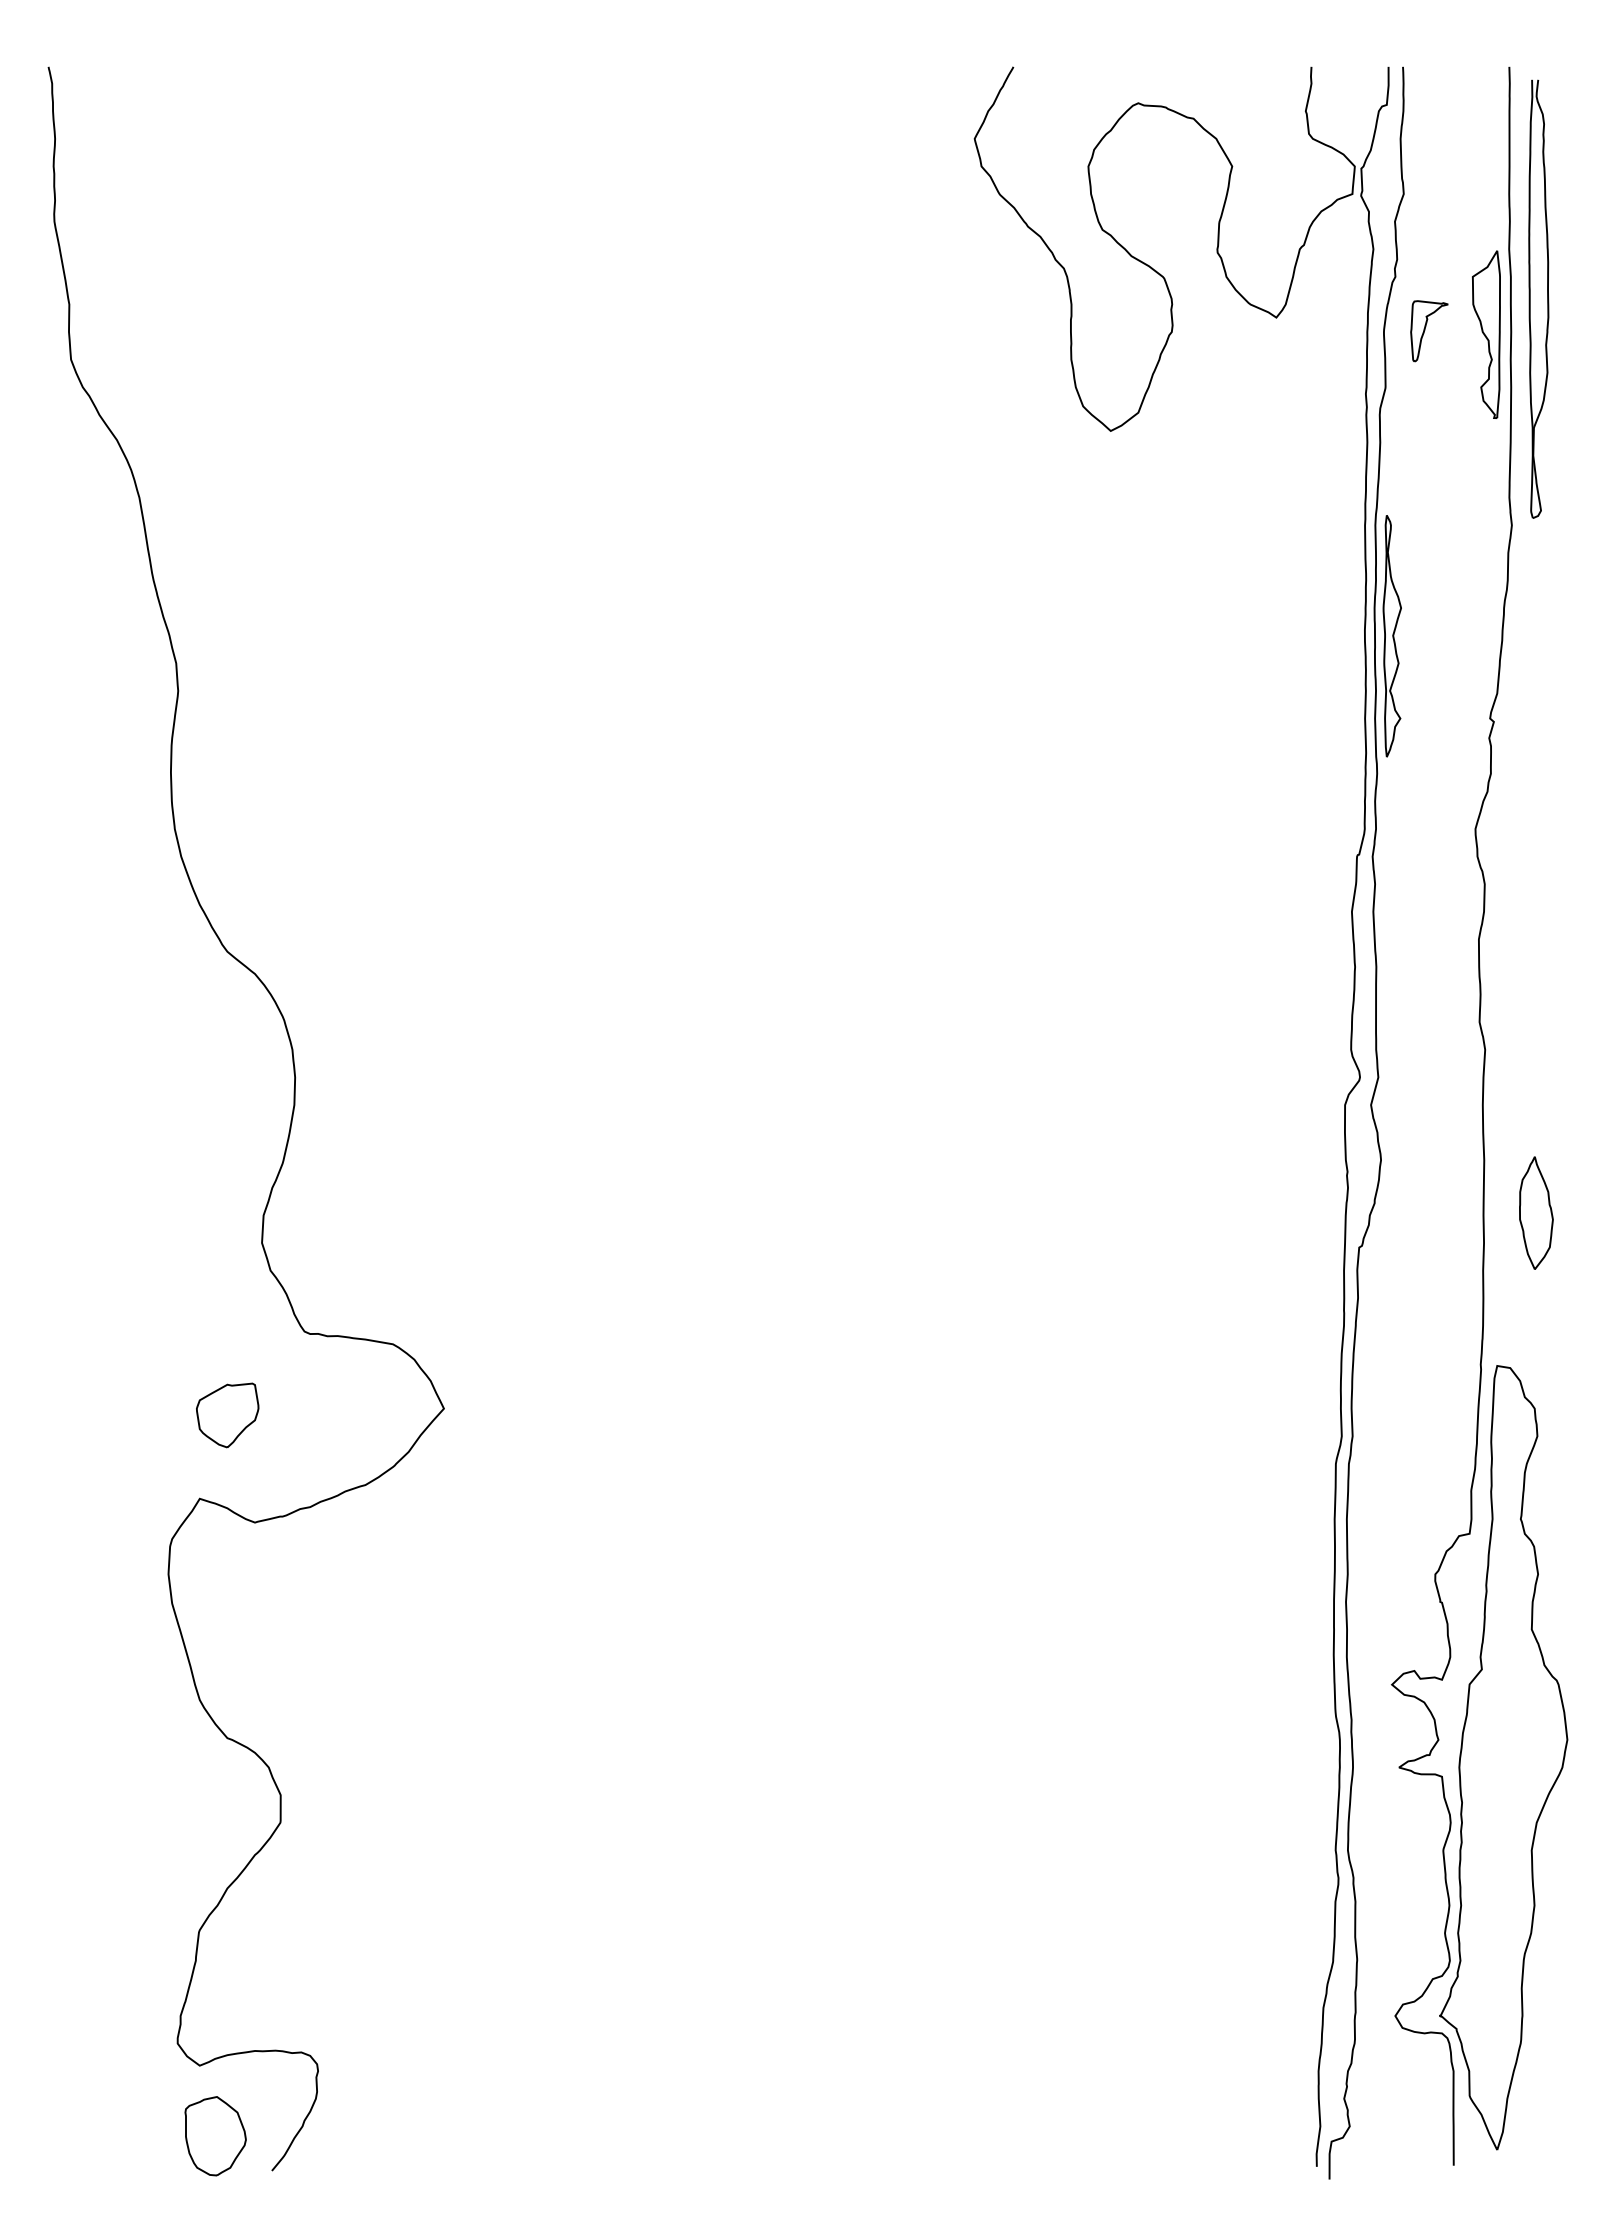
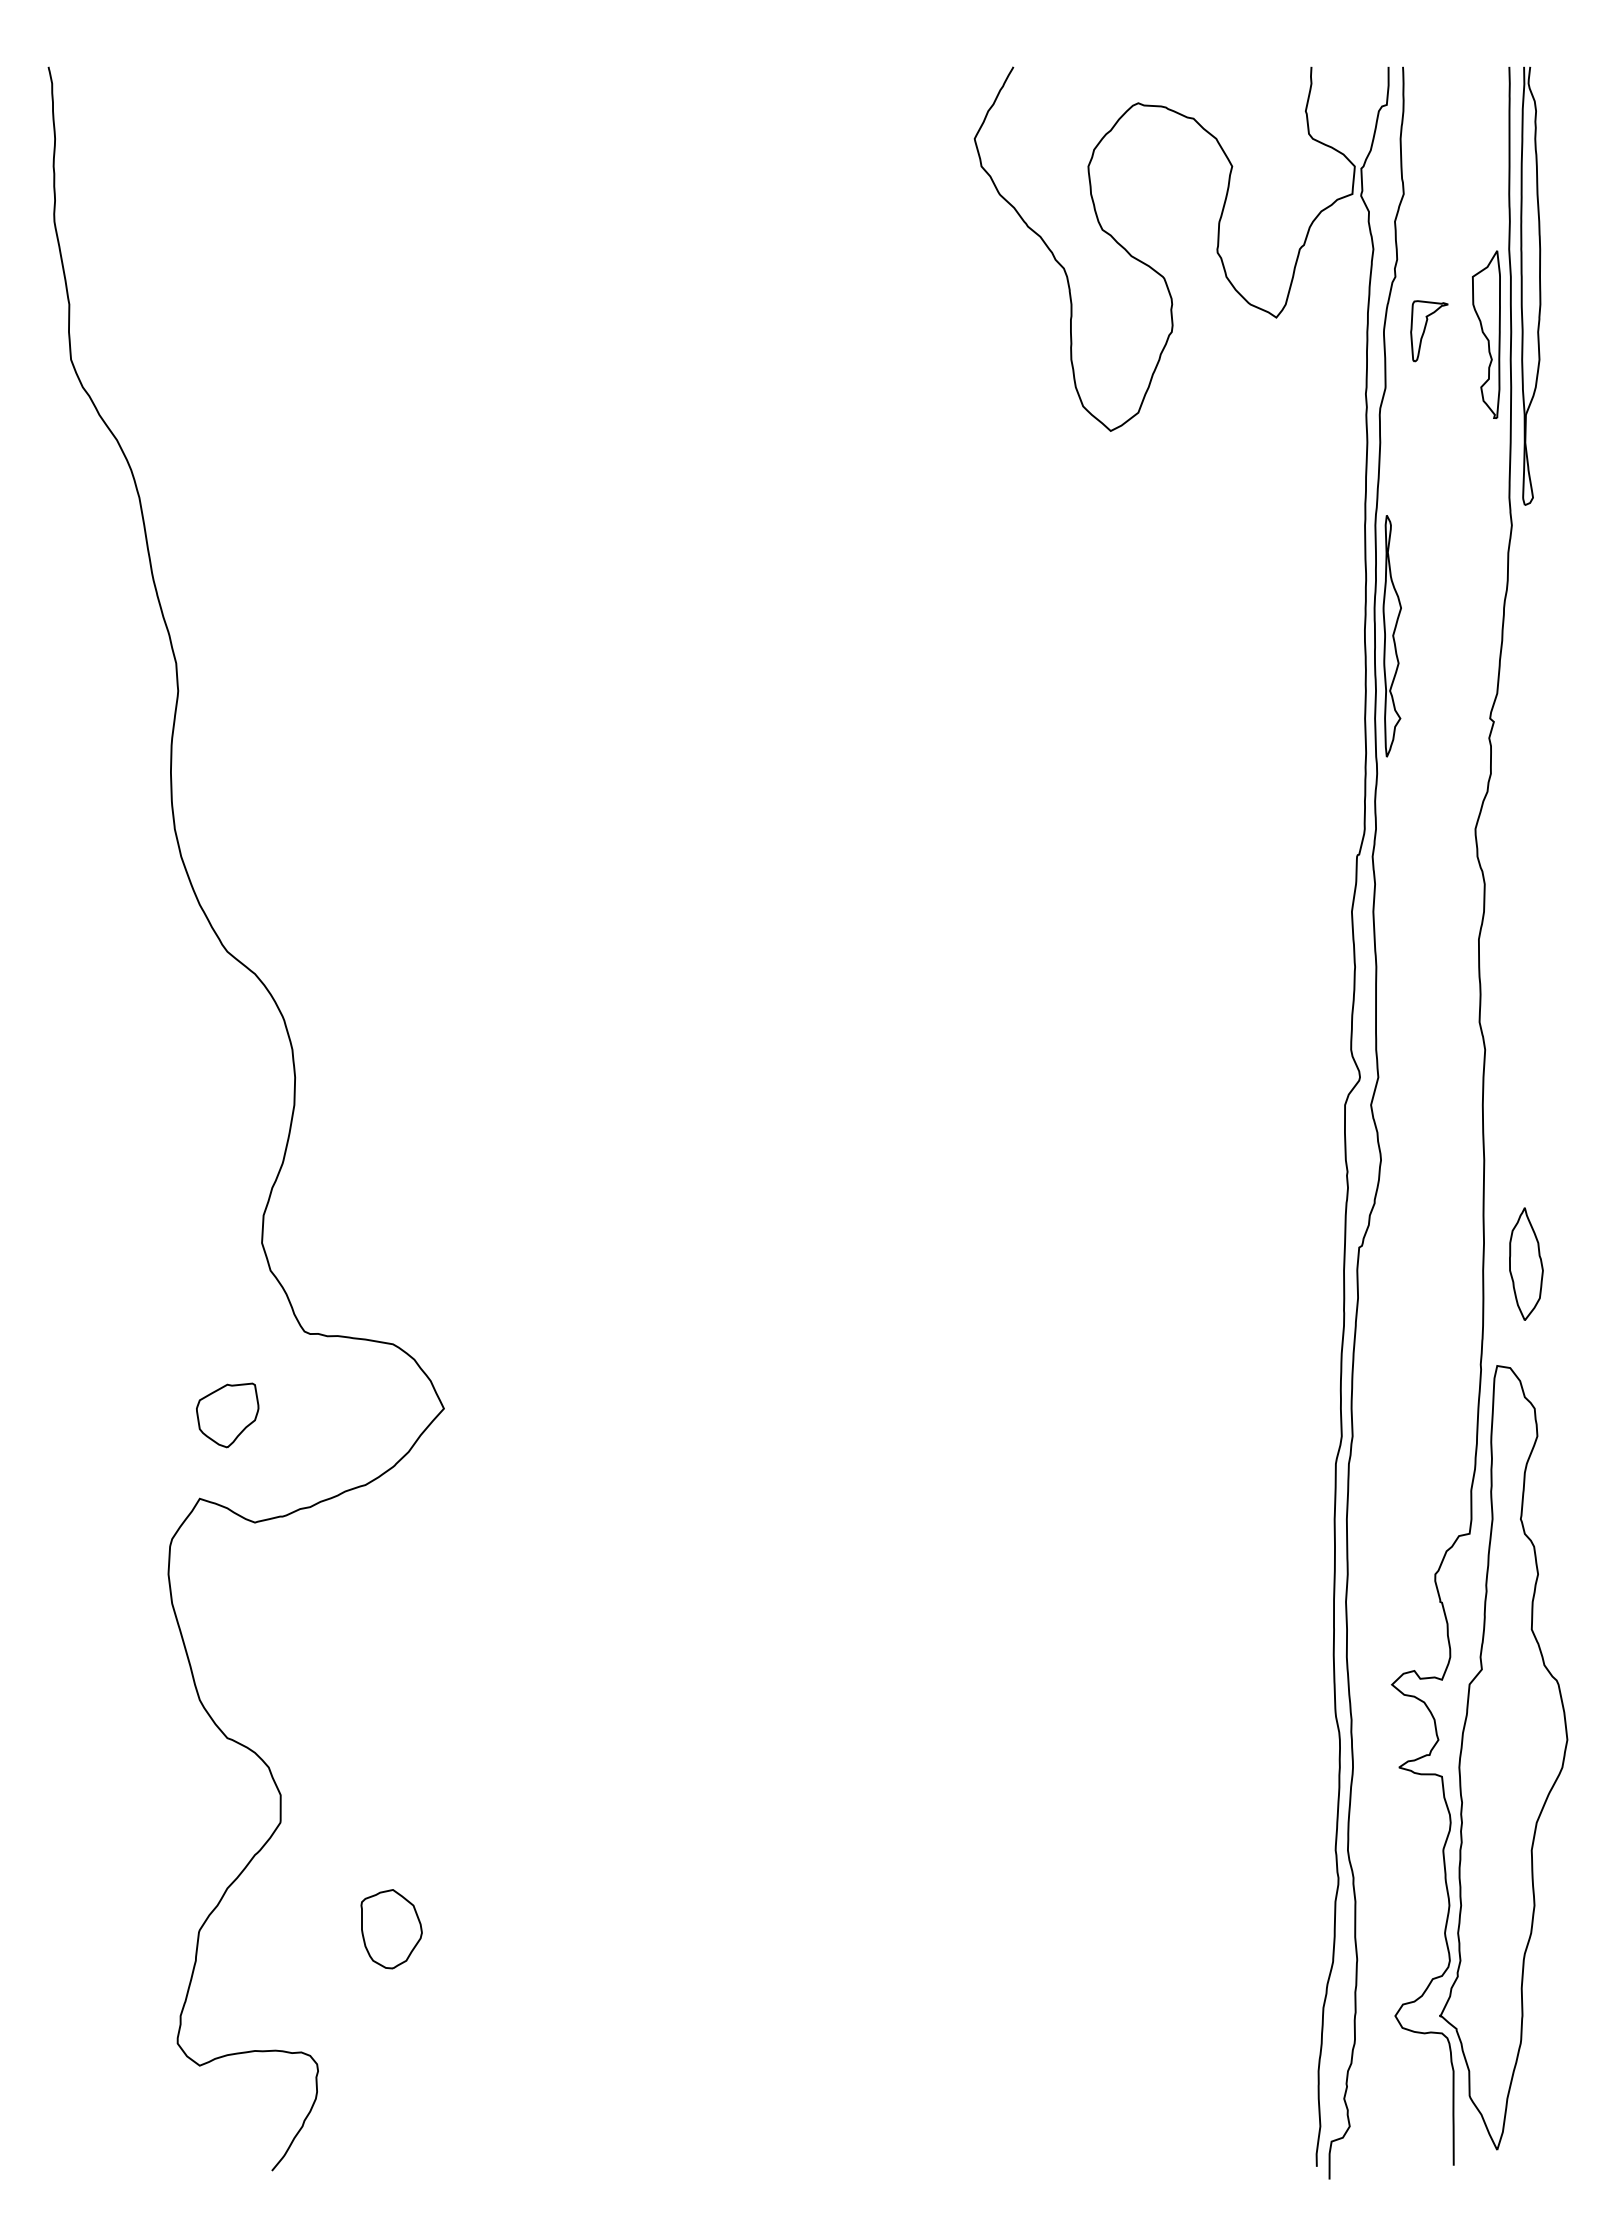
part at (1530, 298) position: (1530, 298) -> (1522, 285)
part at (1536, 1212) position: (1536, 1212) -> (1526, 1263)
part at (215, 2136) position: (215, 2136) -> (391, 1929)
